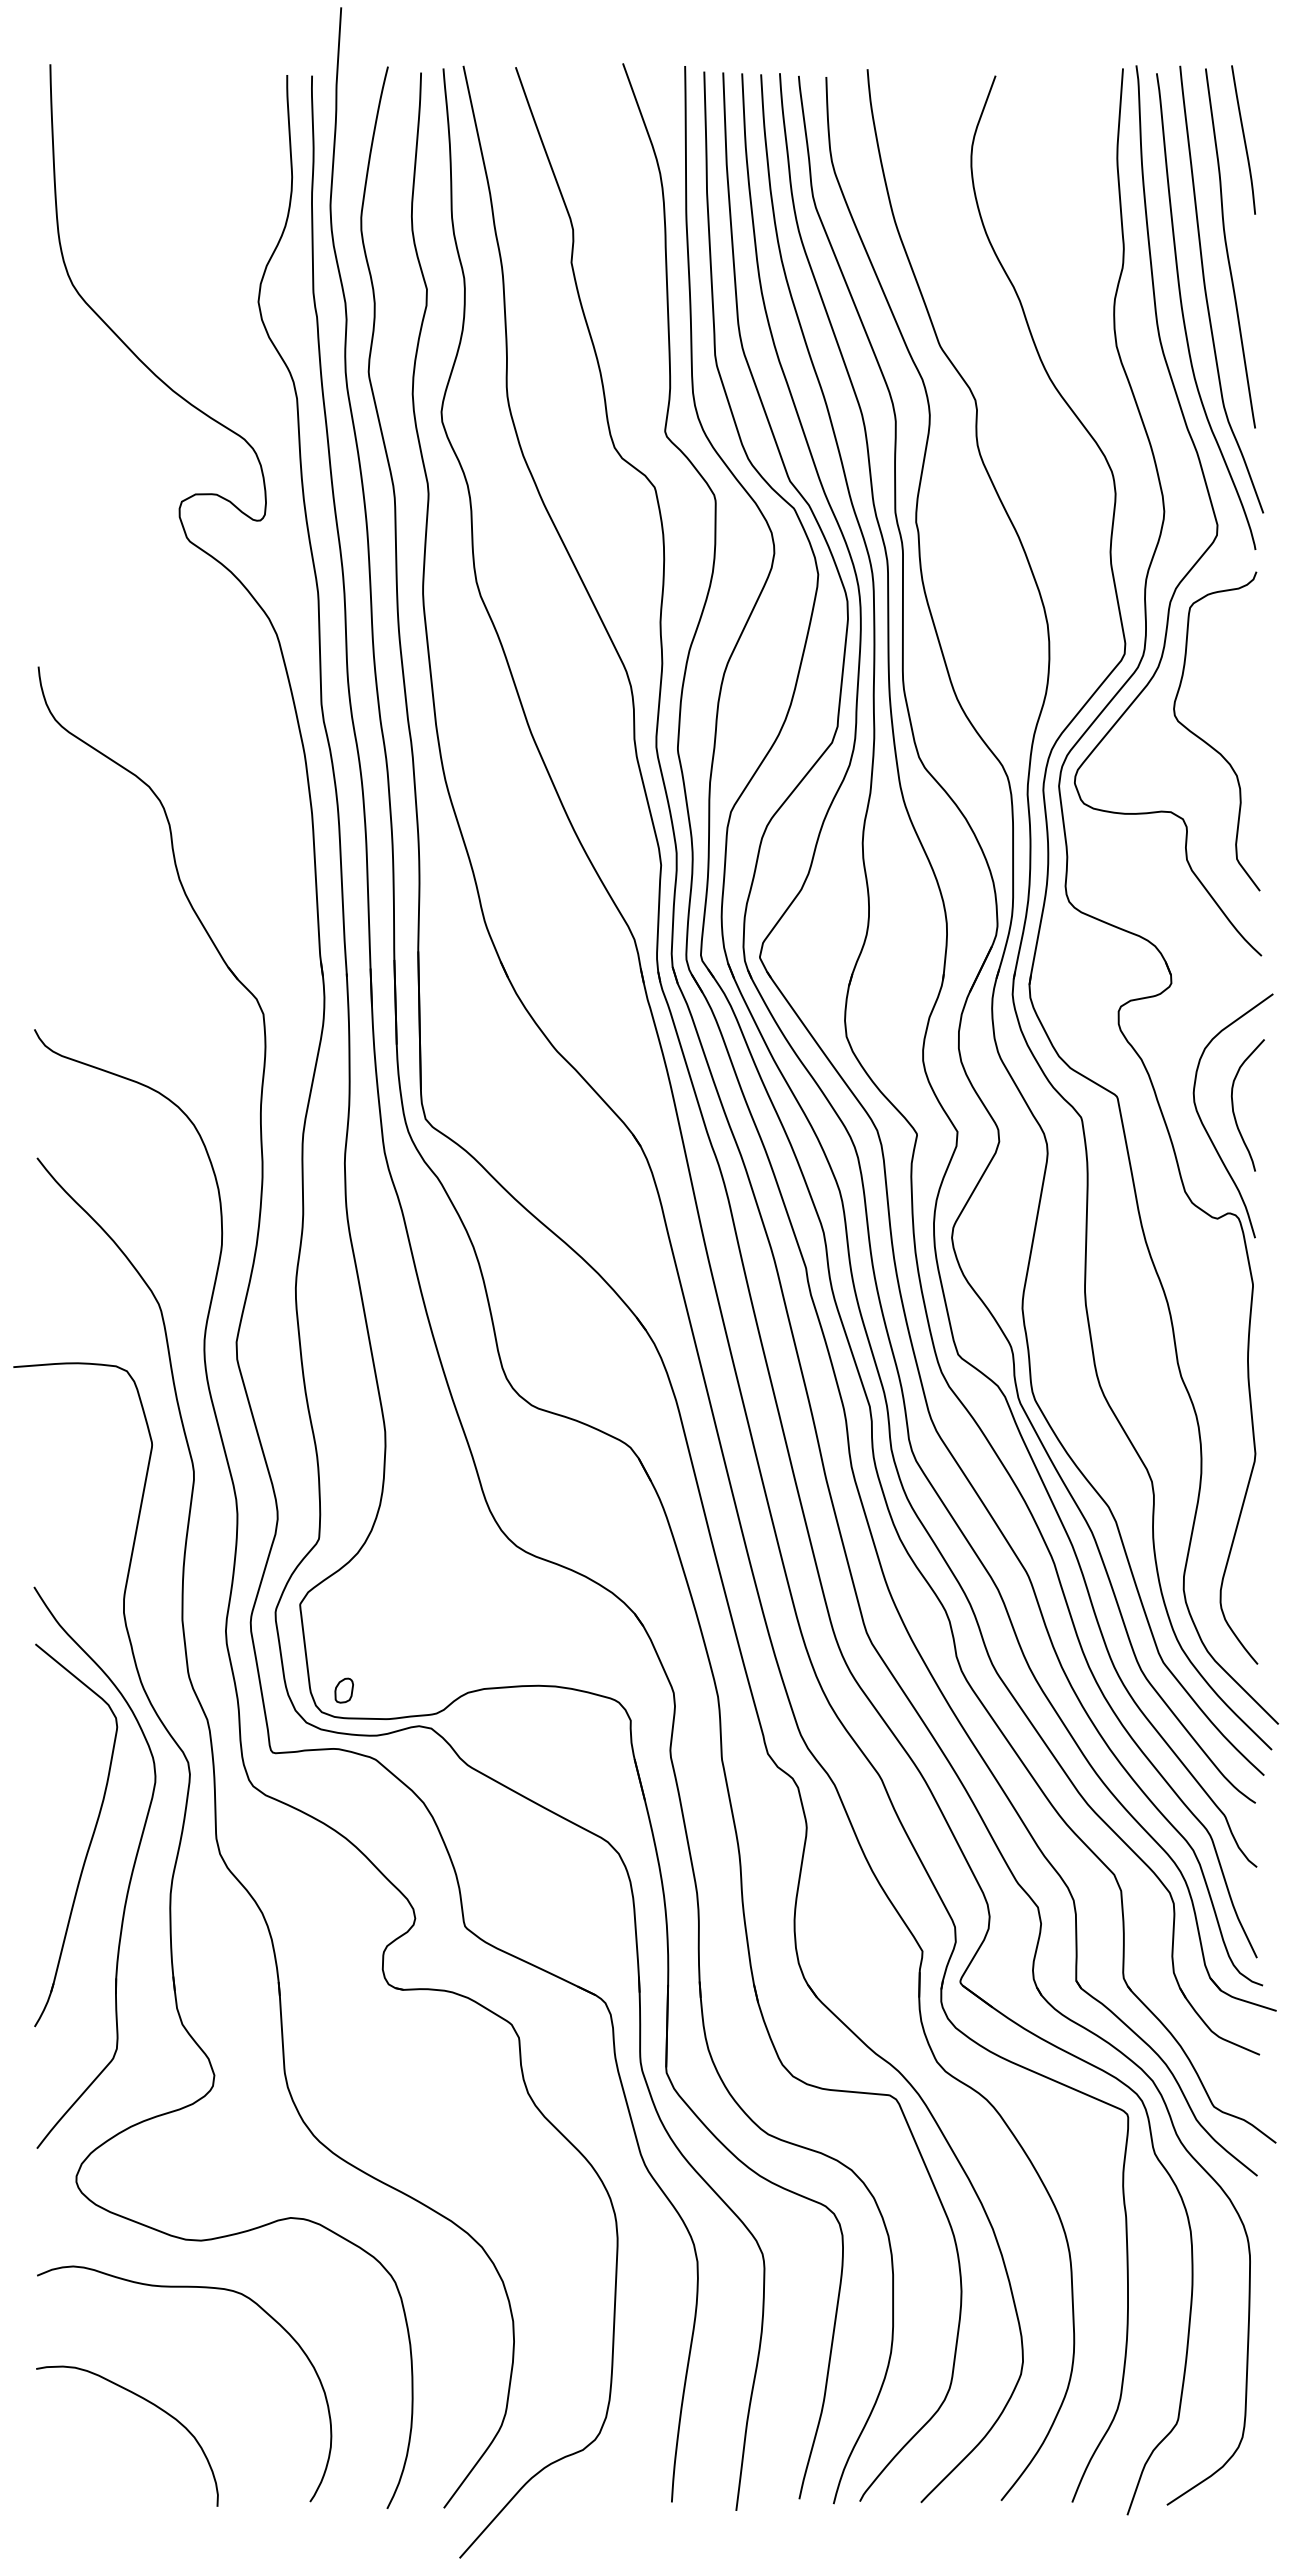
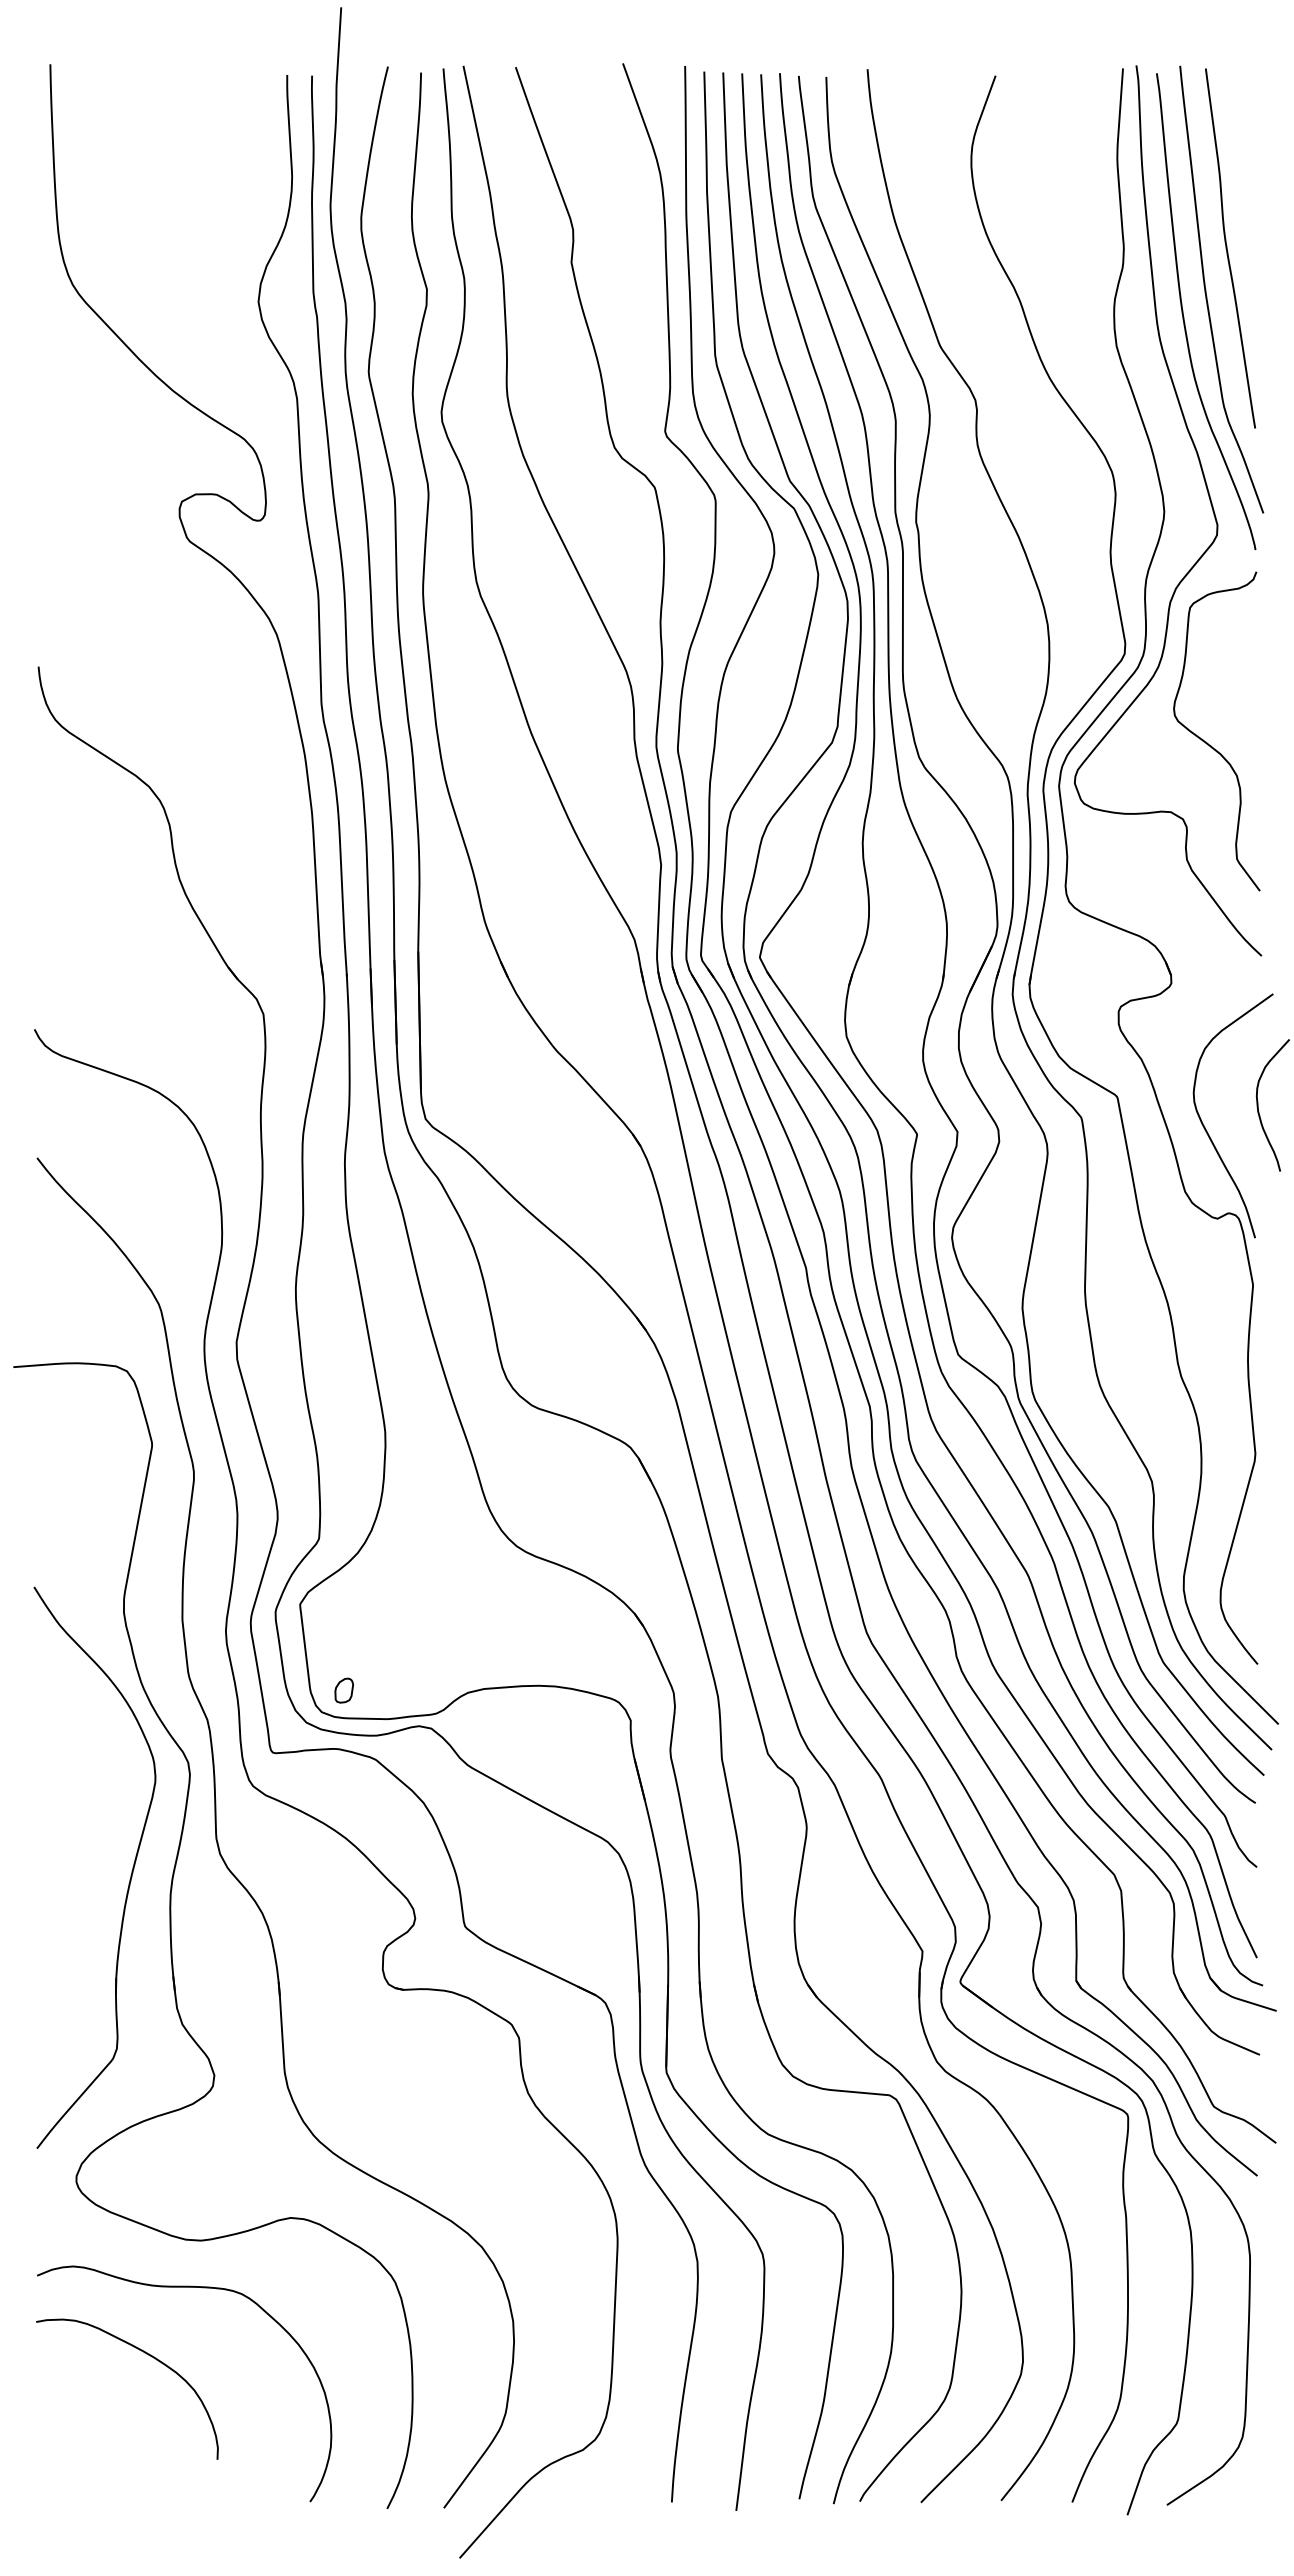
curve at (1243, 139): present -> none
curve at (1233, 1105) position: (1233, 1105) -> (1258, 1105)
part at (90, 1839): present -> none
curve at (144, 2400) position: (144, 2400) -> (144, 2353)
